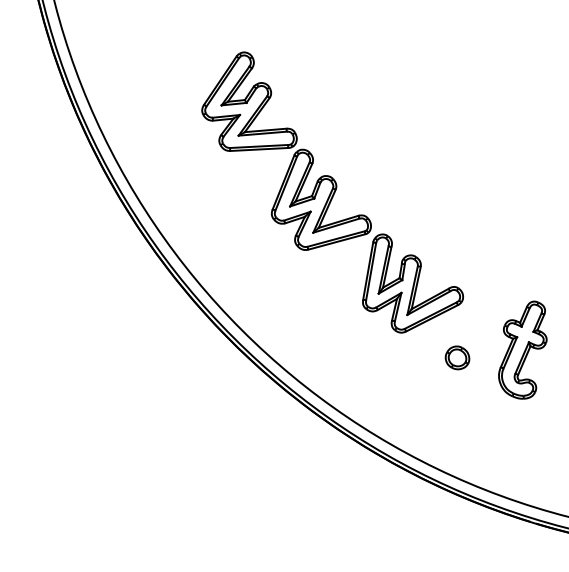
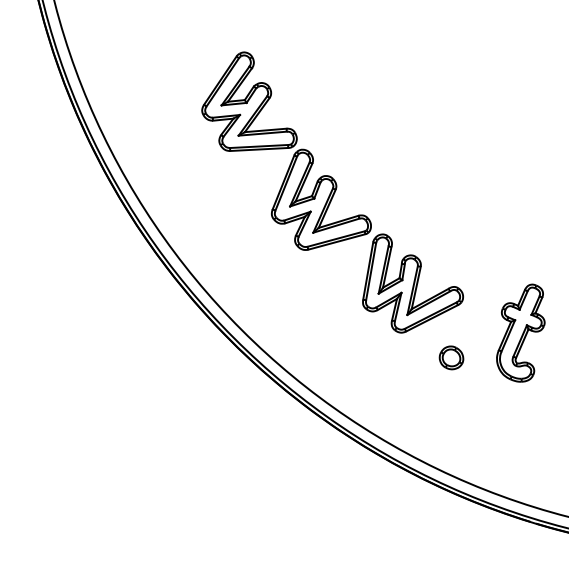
part at (522, 349) position: (522, 349) -> (520, 332)
part at (457, 357) position: (457, 357) -> (451, 357)
